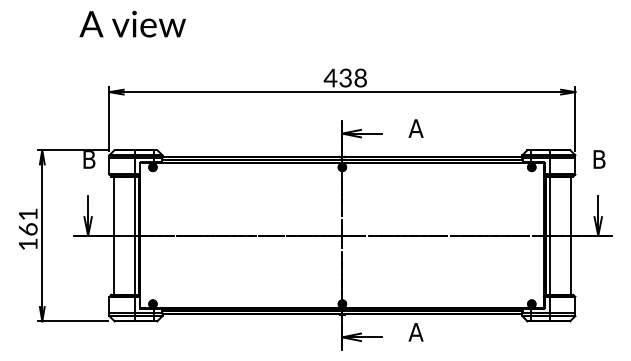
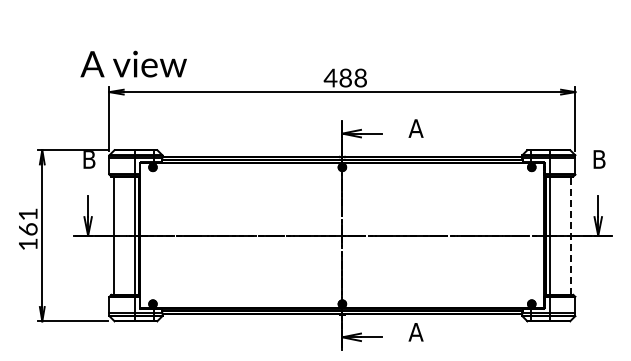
text at (132, 23) position: (132, 23) -> (133, 63)
text at (345, 77): 438 -> 488
line at (571, 235): solid -> dashed
